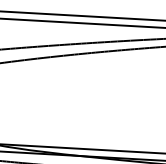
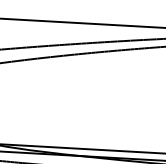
line at (82, 15): present -> none
